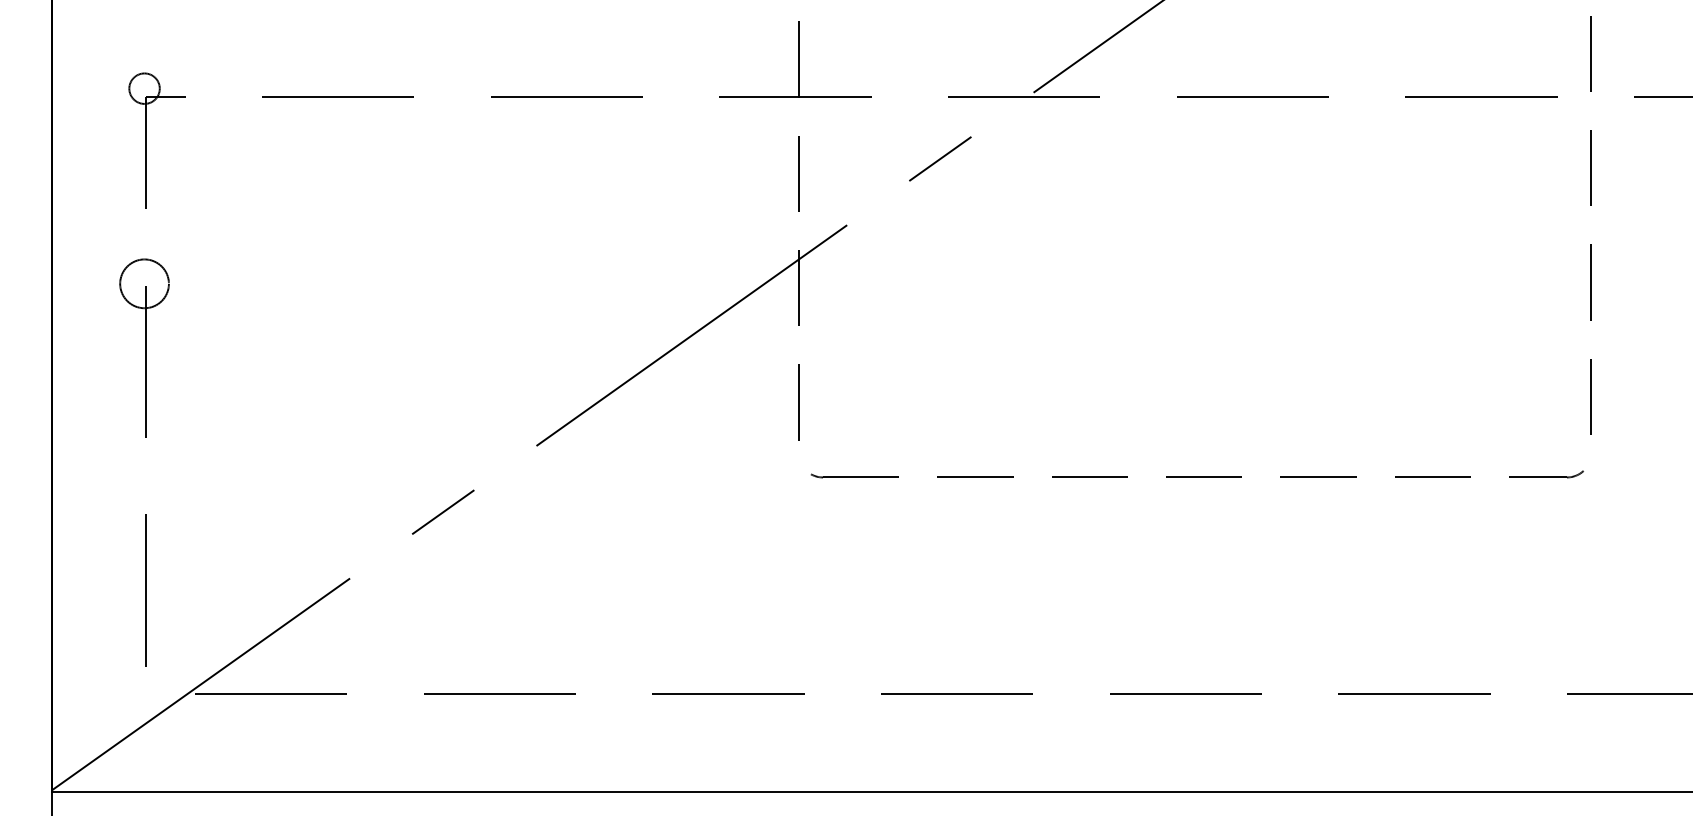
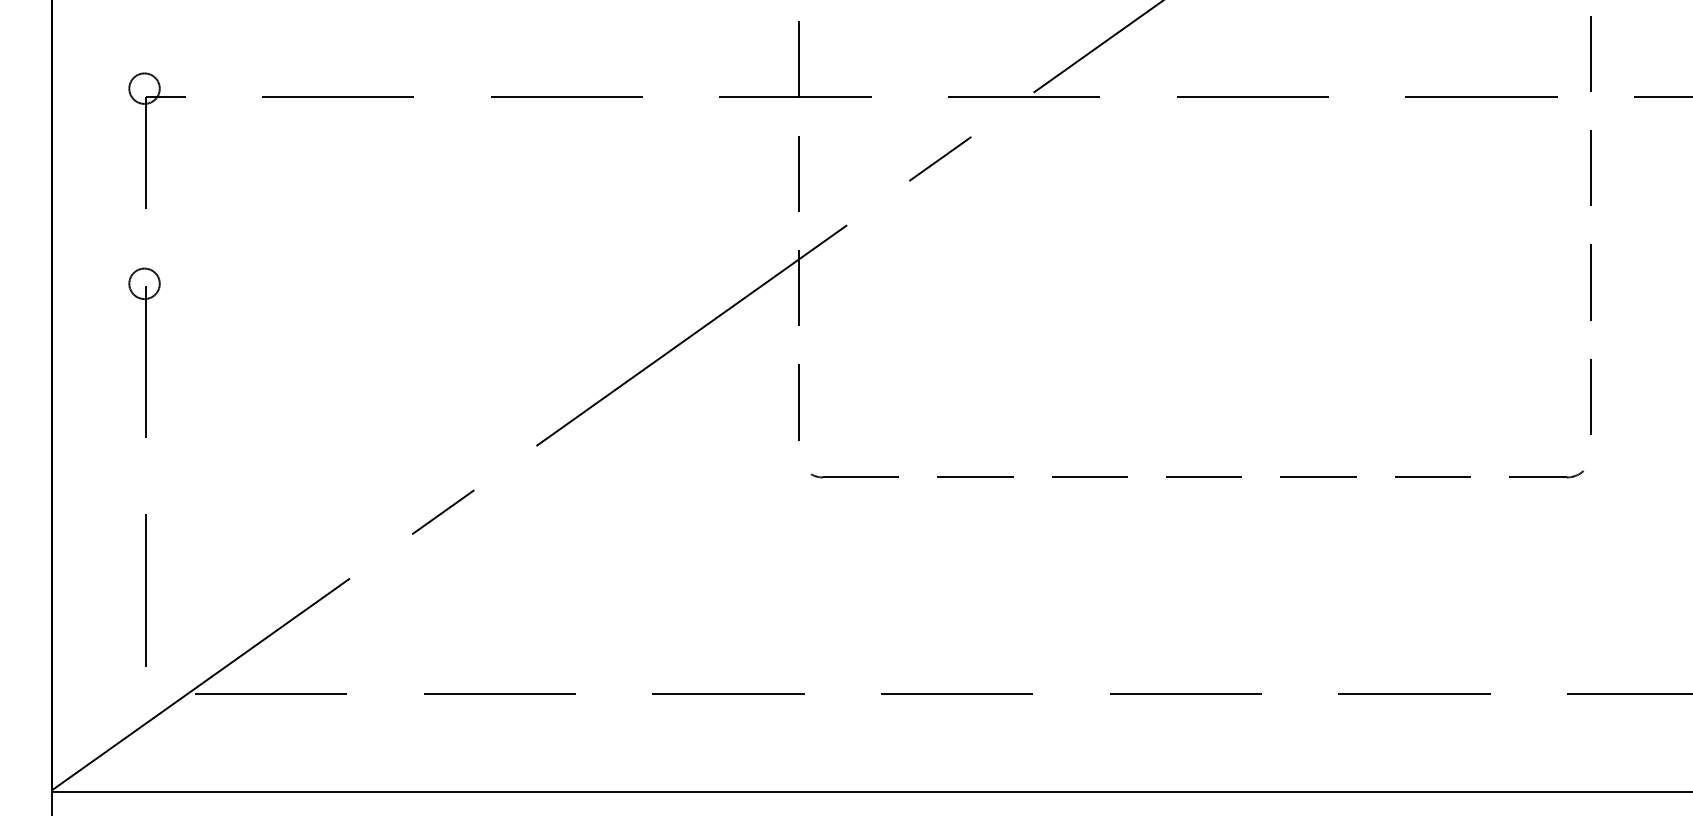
circle at (144, 283) diameter: 49 px -> 30 px
